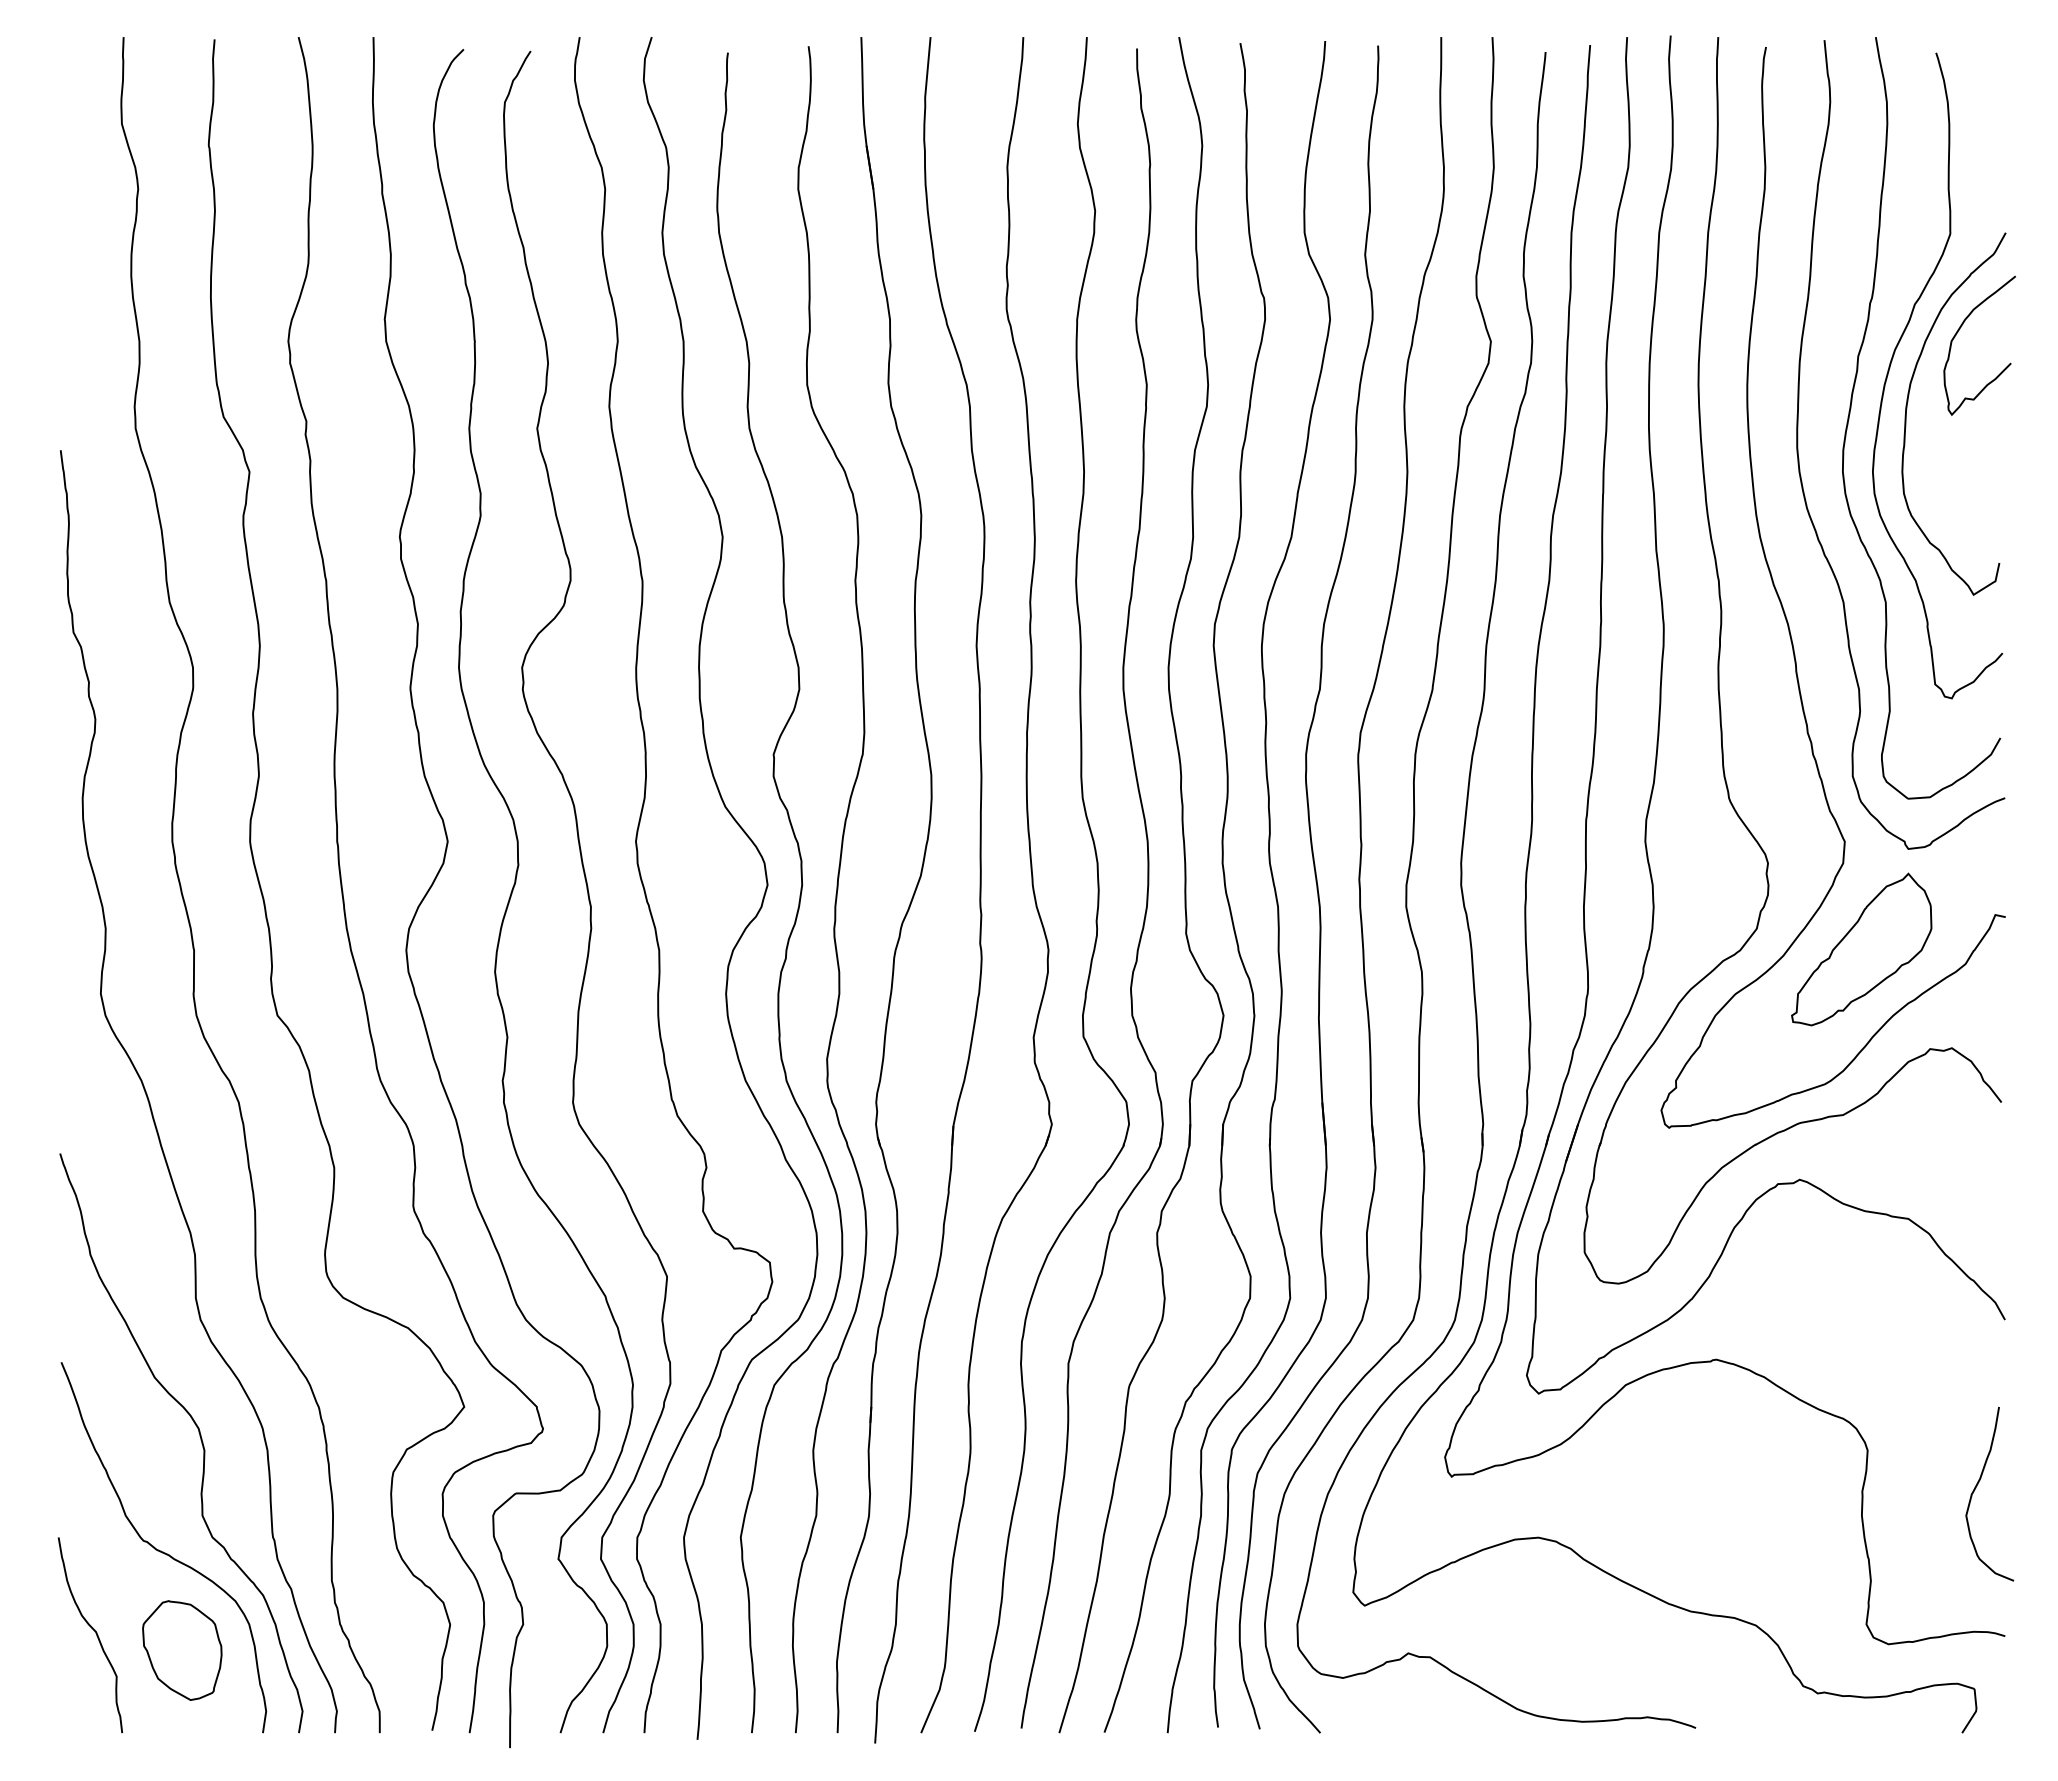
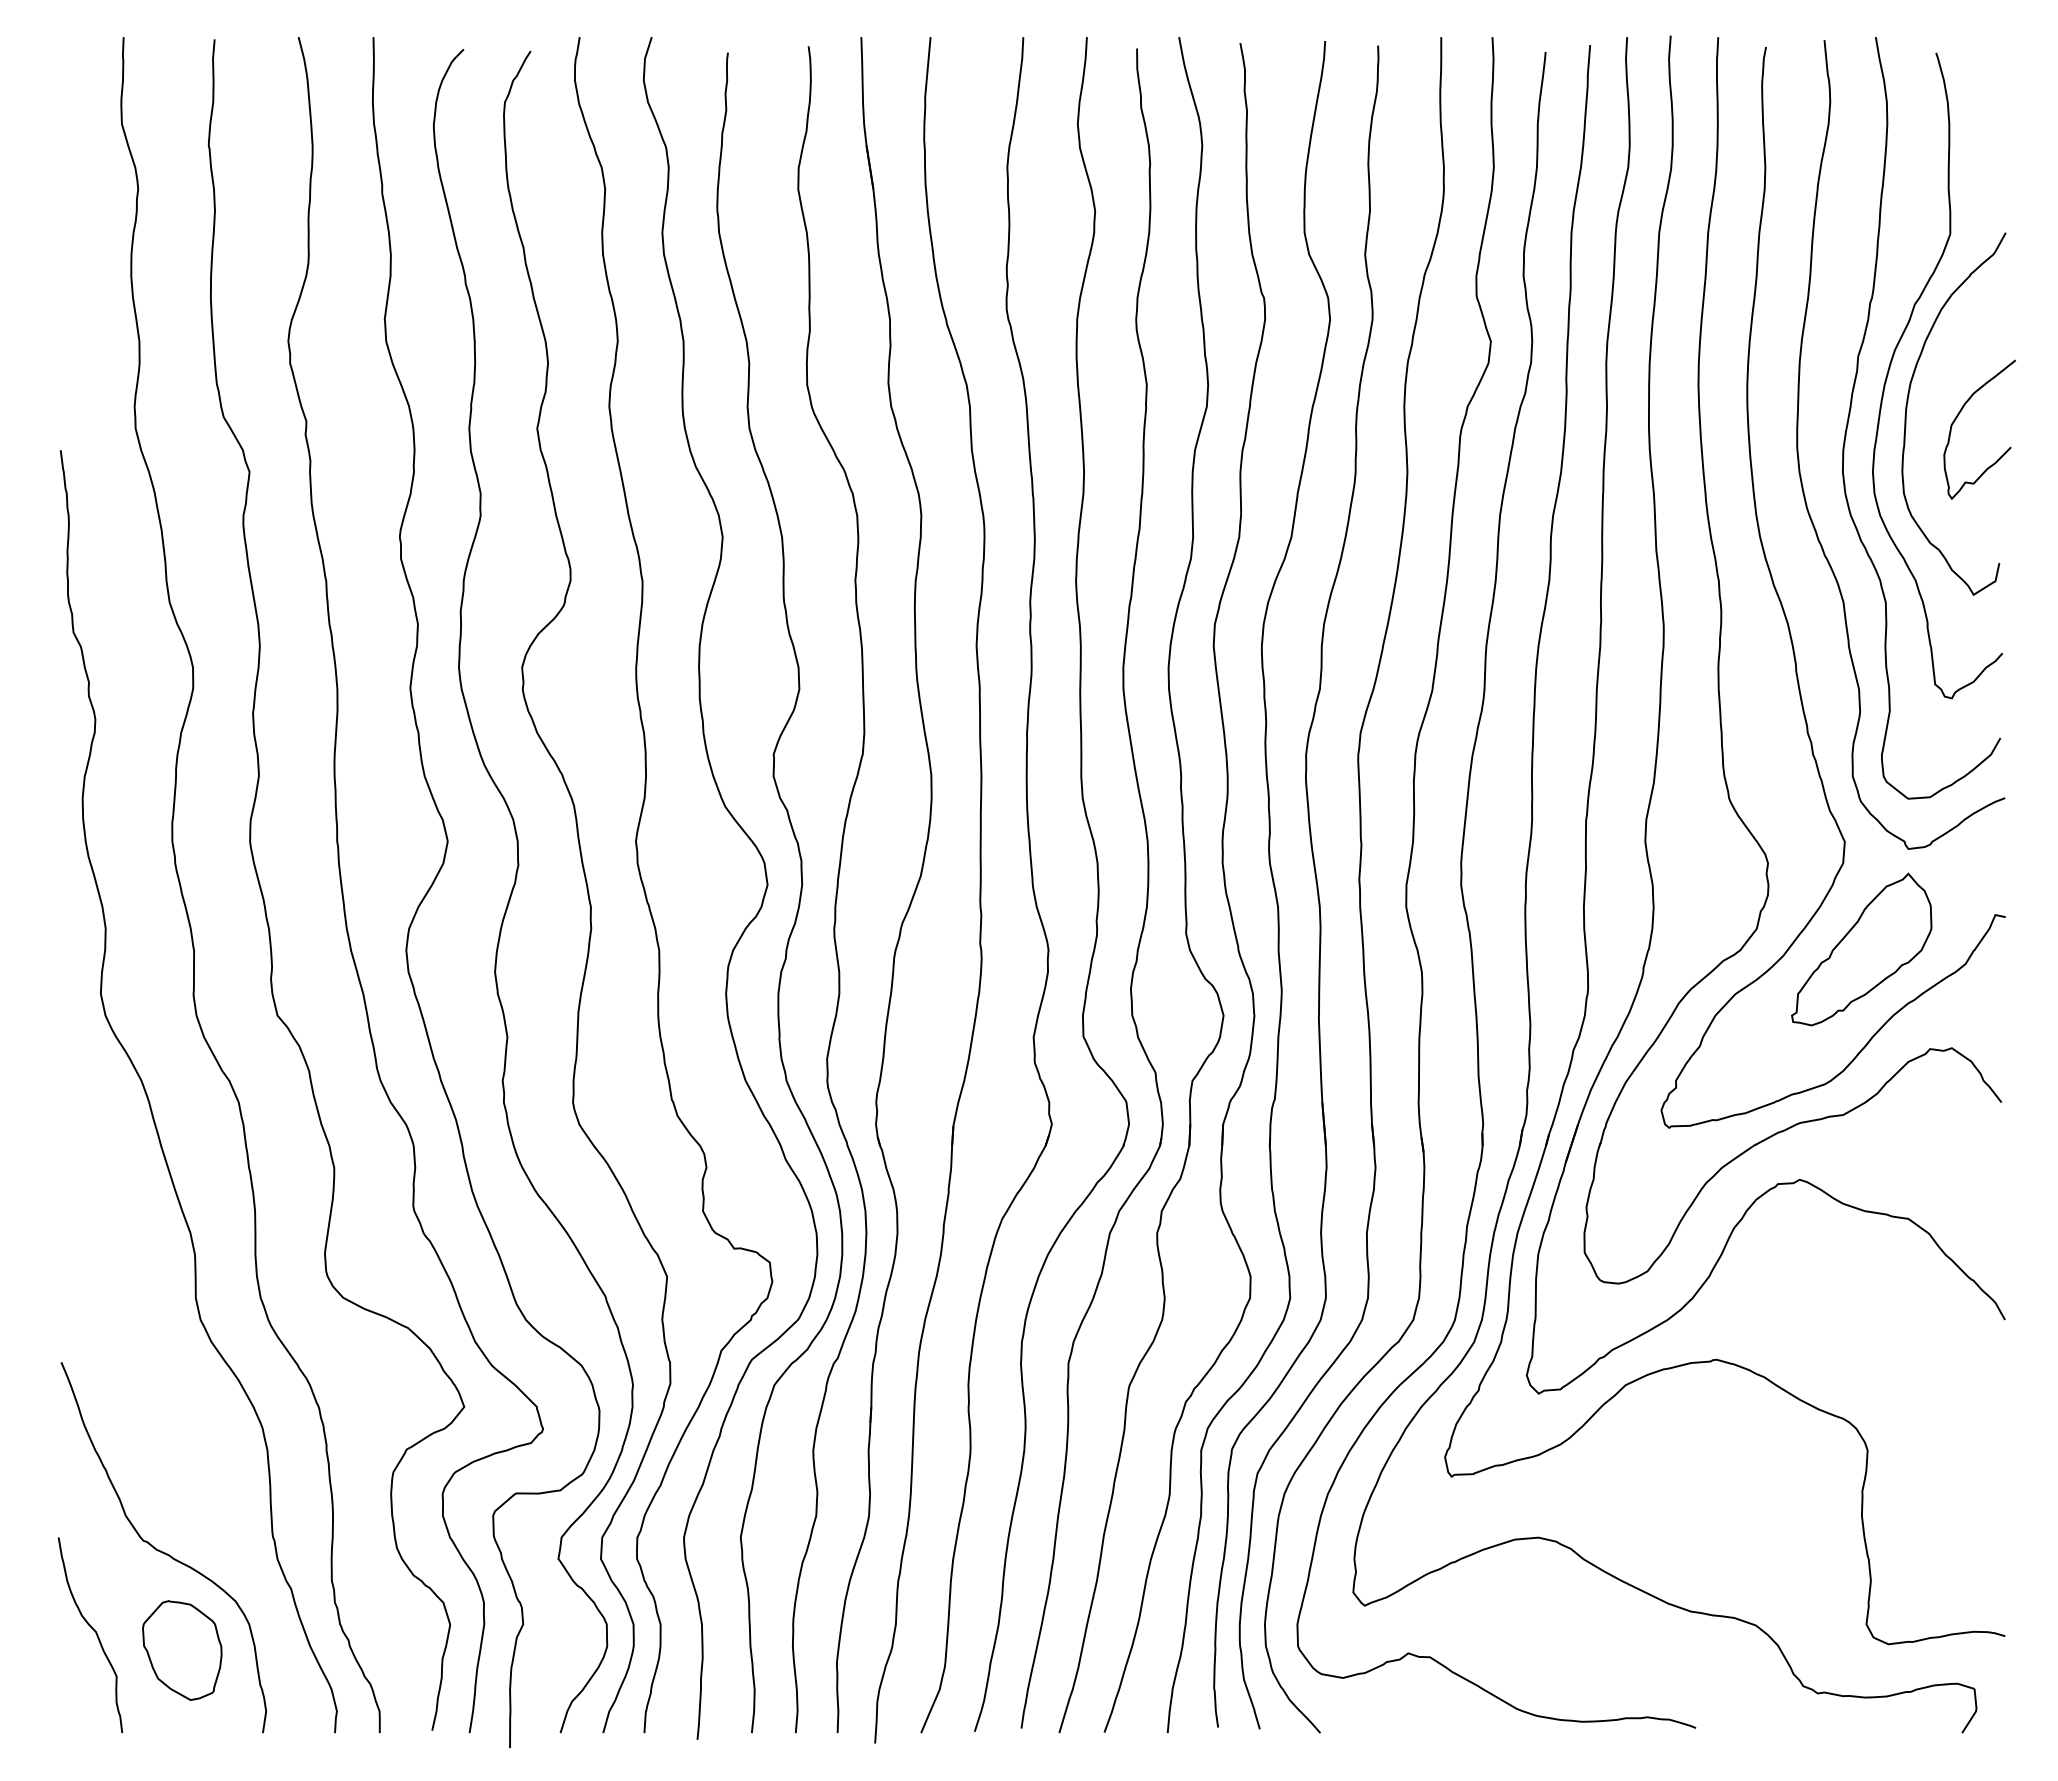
curve at (1958, 332) position: (1958, 332) -> (1958, 416)
curve at (200, 1440): present -> none
curve at (1976, 1488): present -> none
